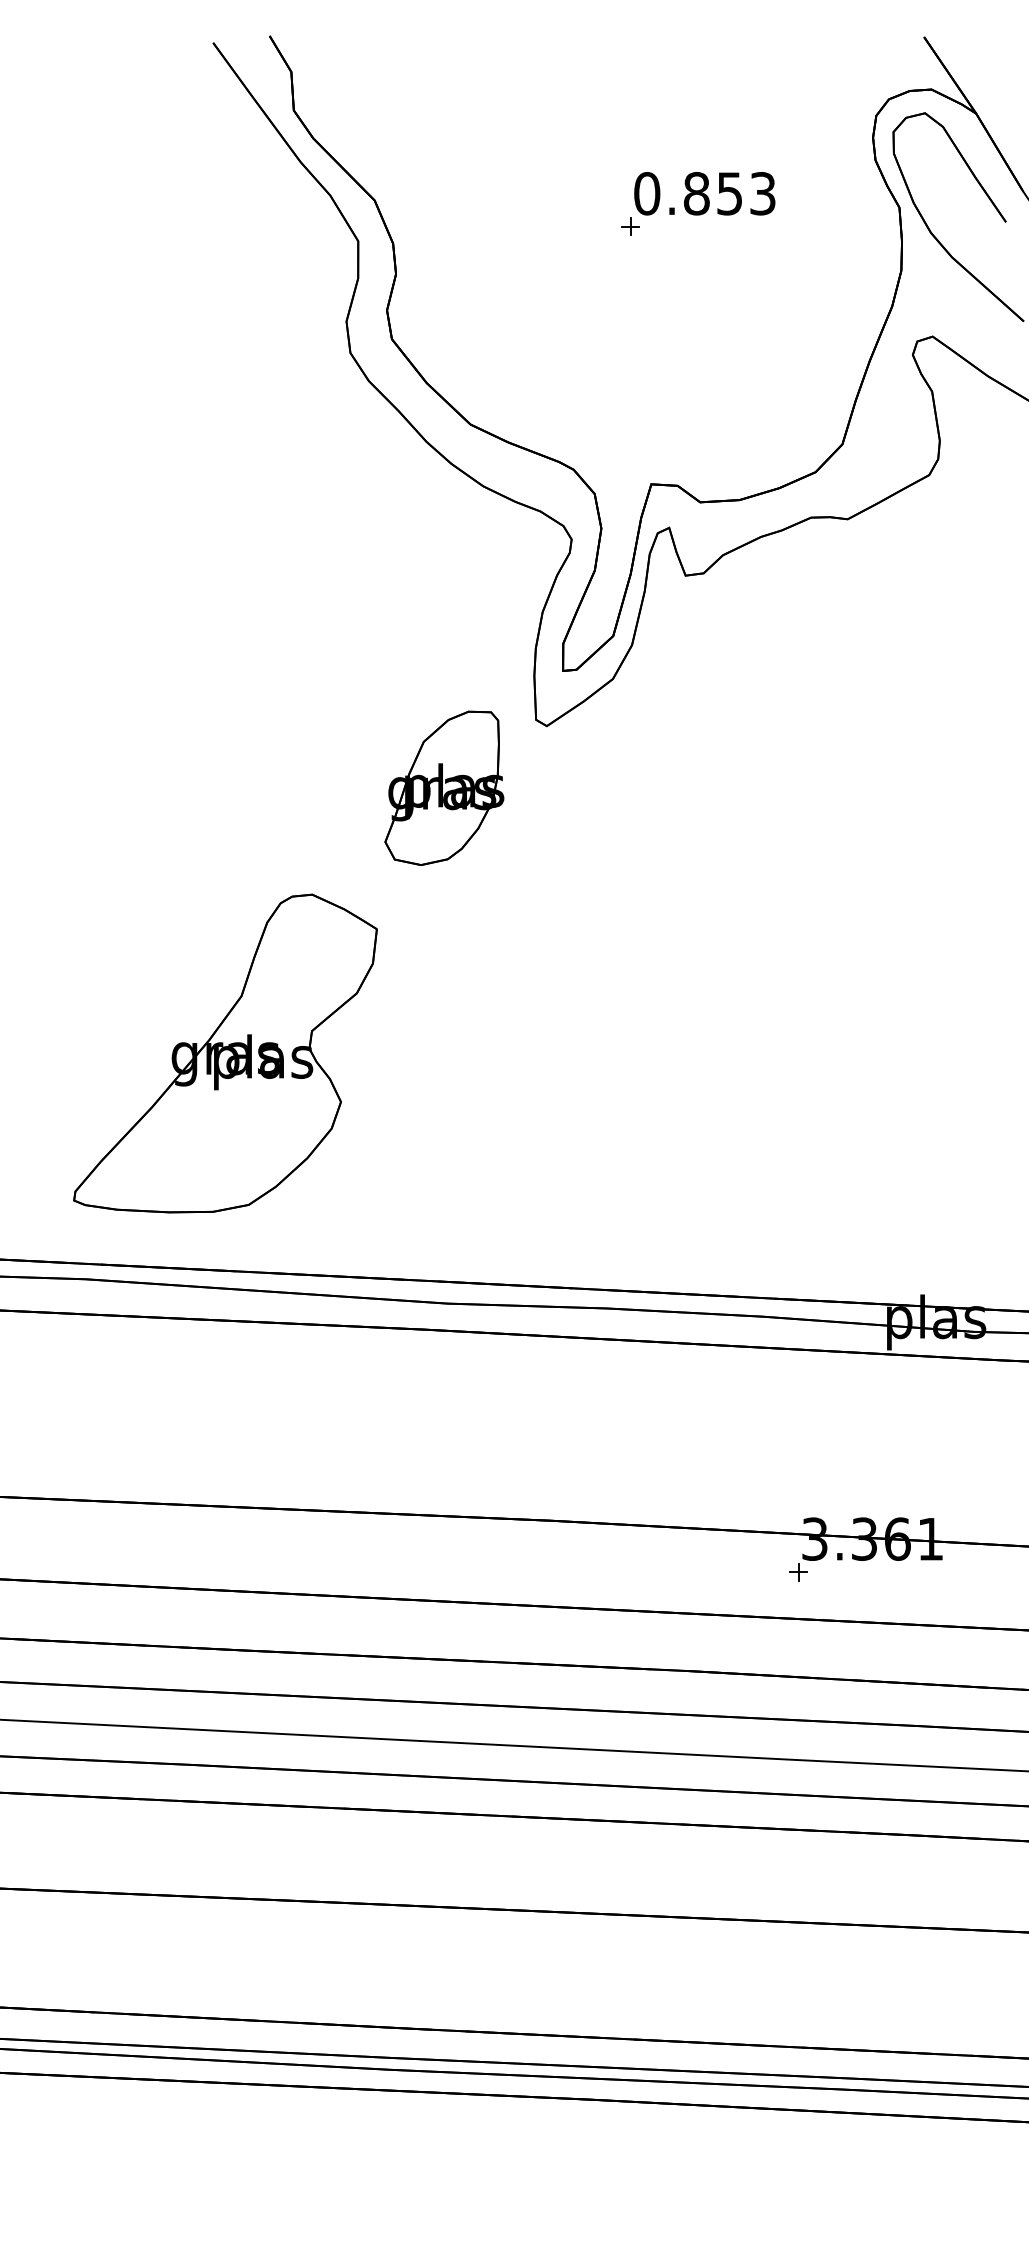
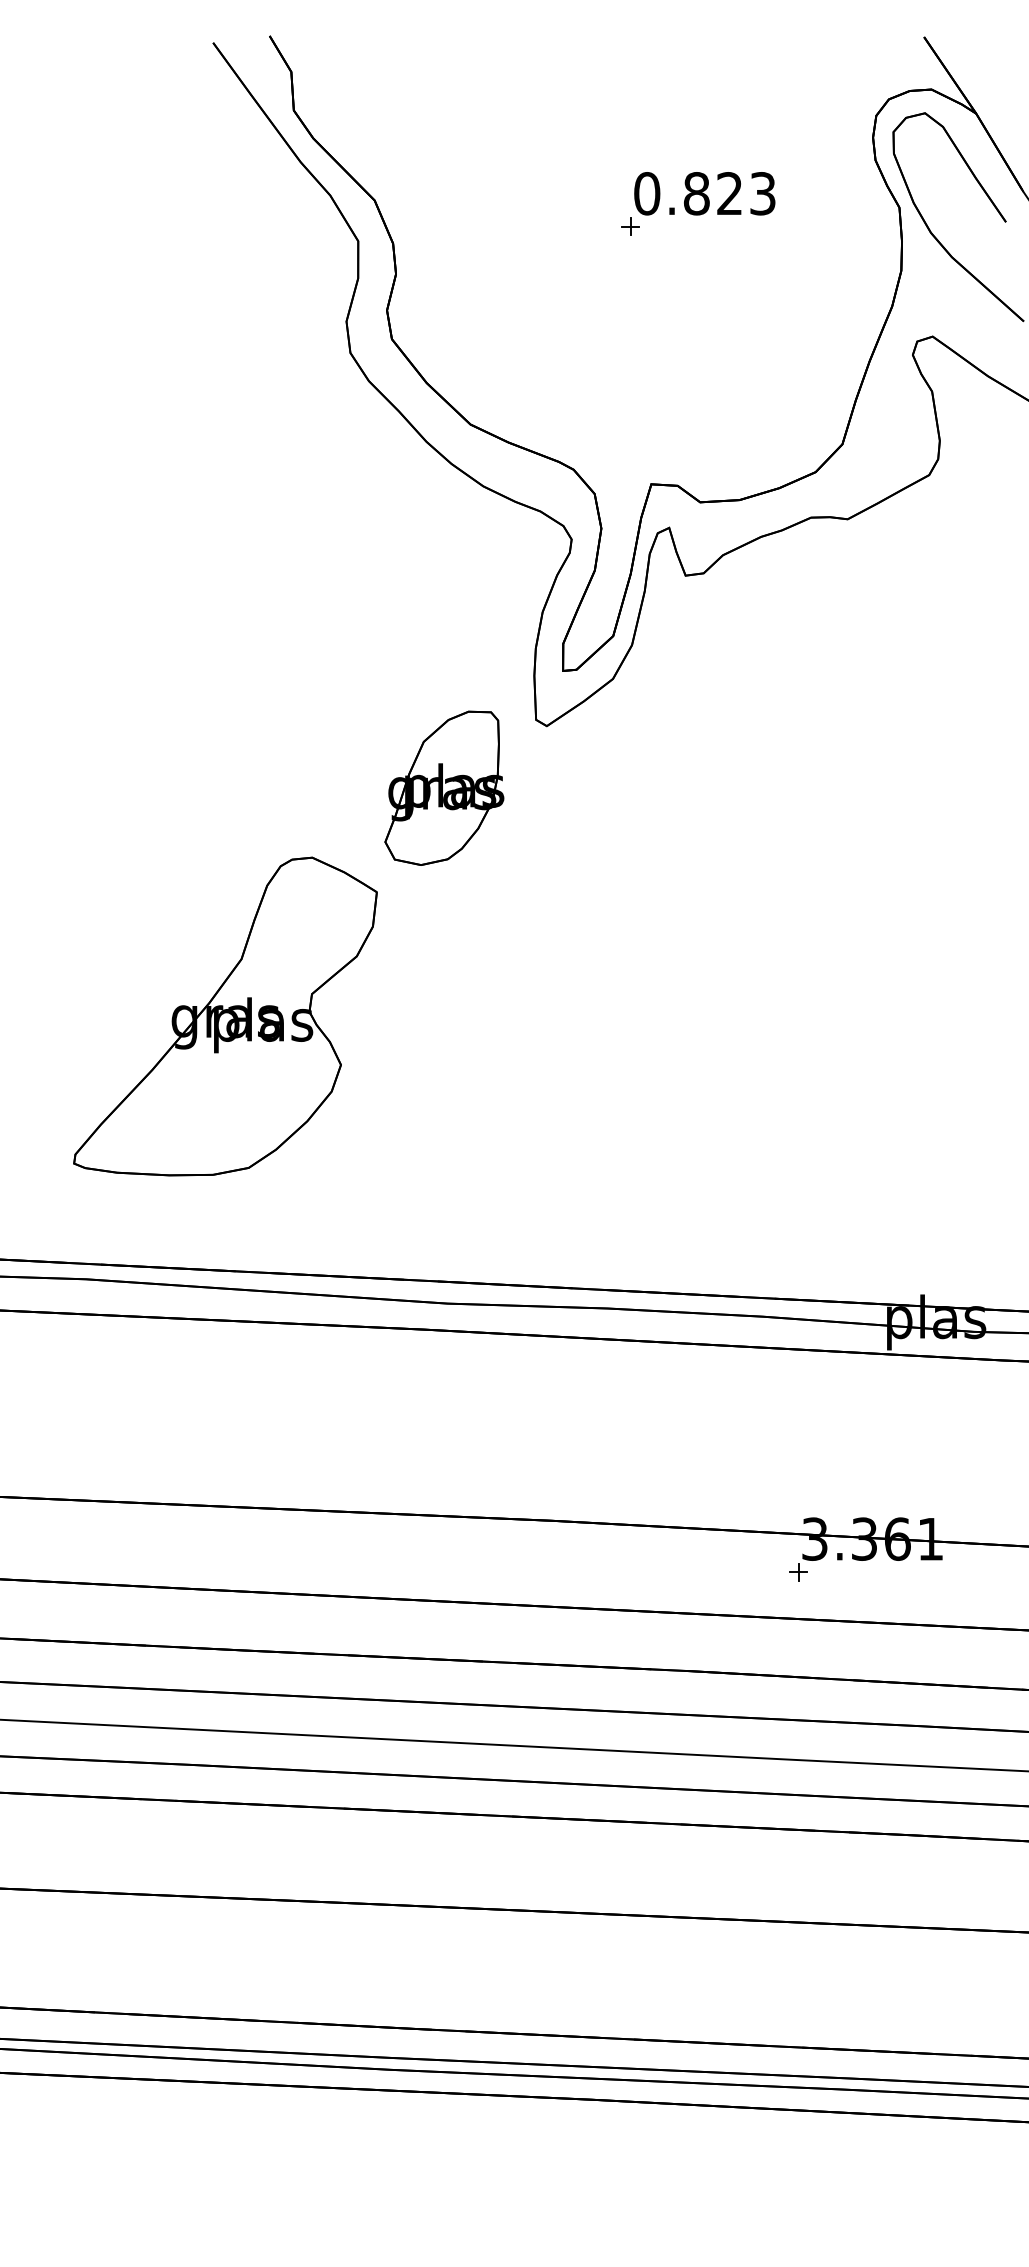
text at (729, 193): 0.853 -> 0.823
part at (225, 1053) position: (225, 1053) -> (225, 1016)
